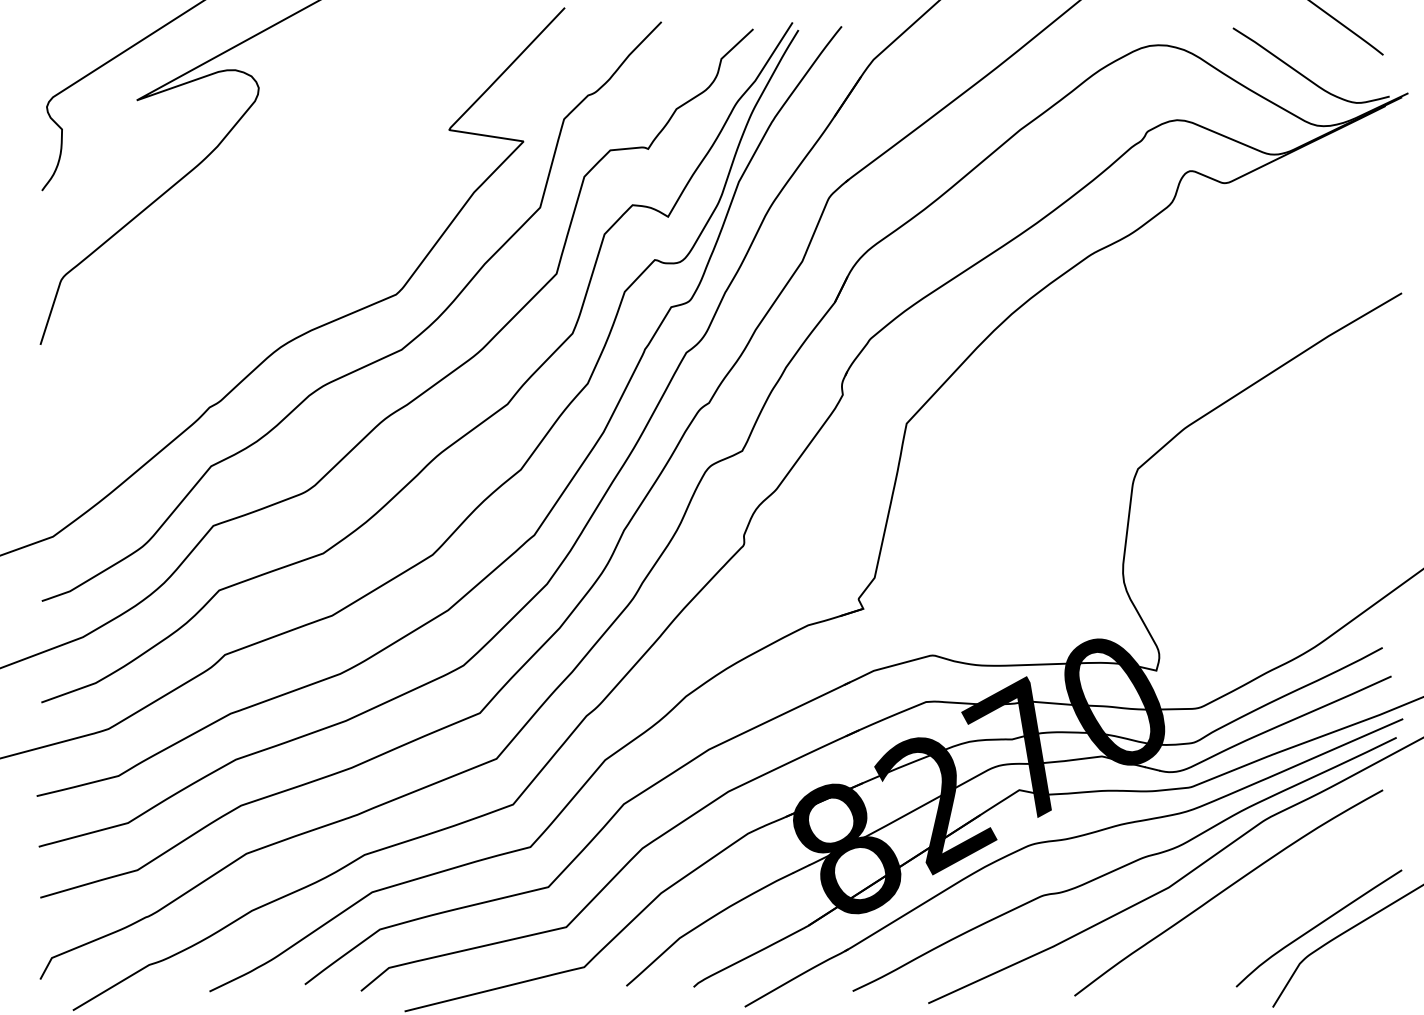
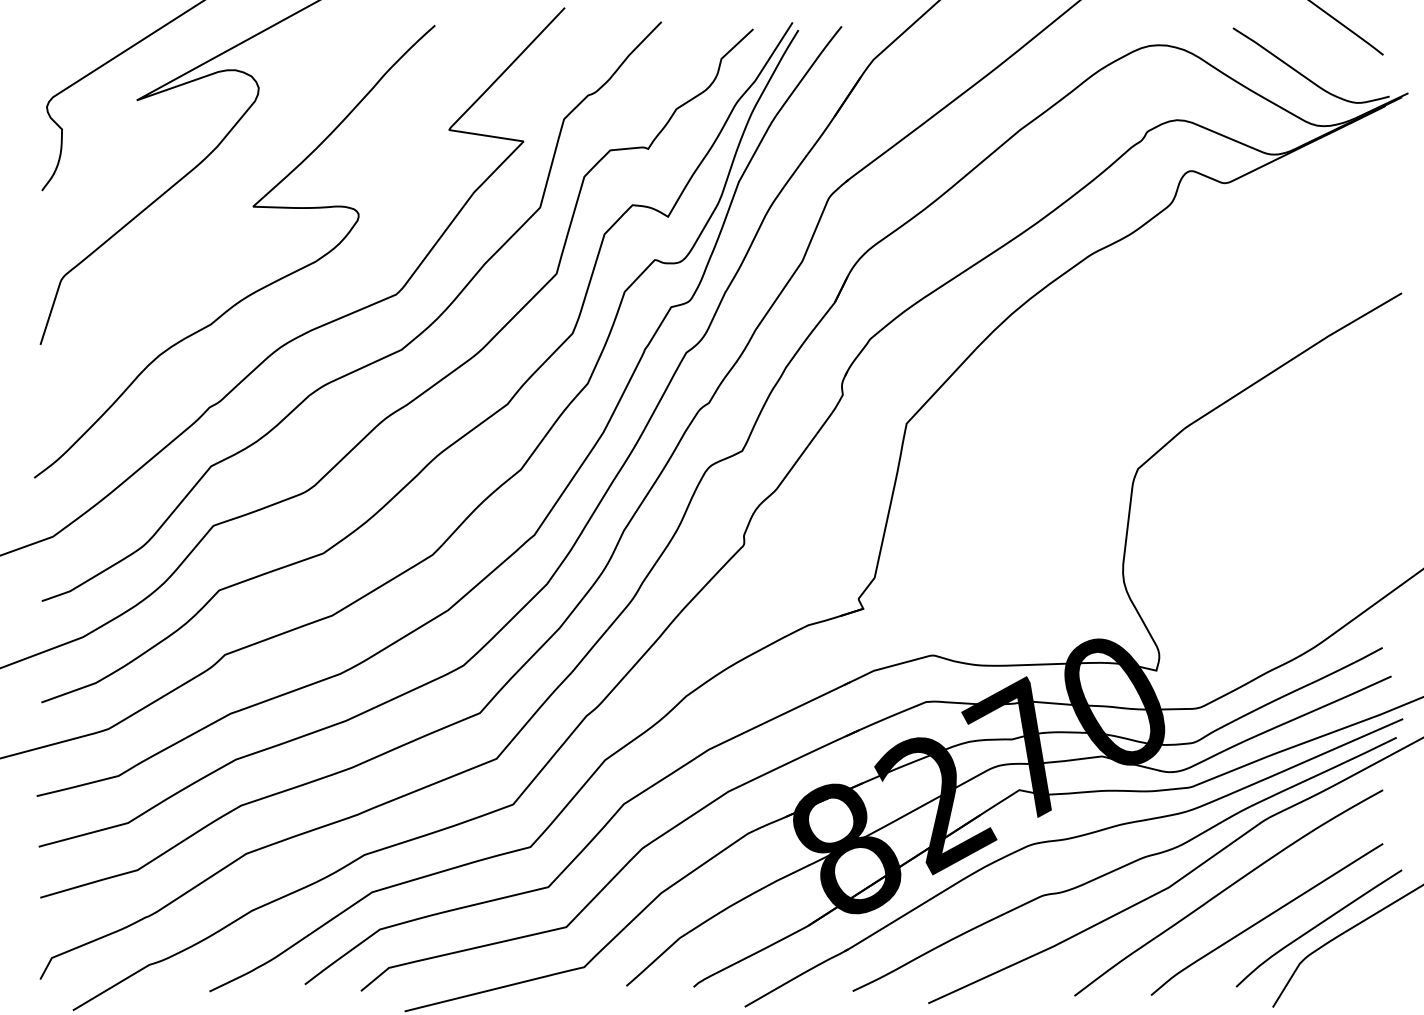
curve at (257, 289): none -> present
curve at (1266, 918): none -> present
